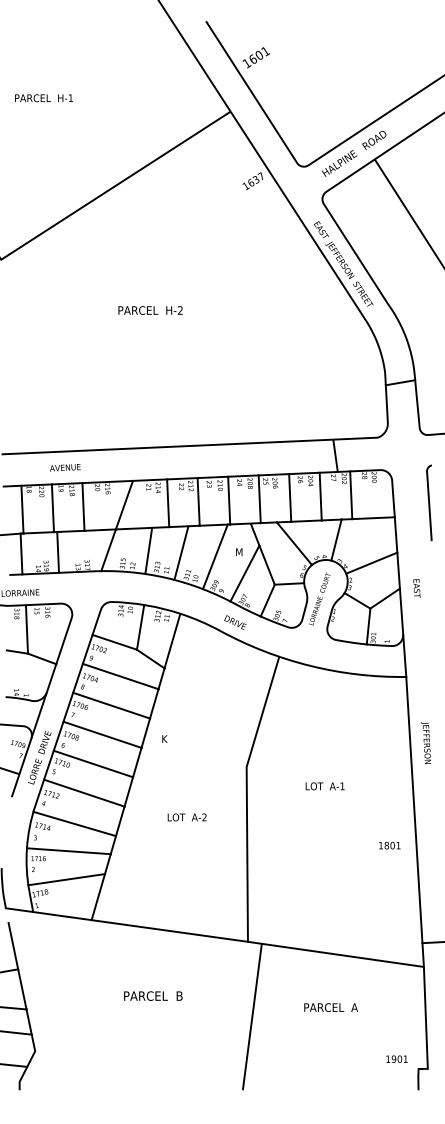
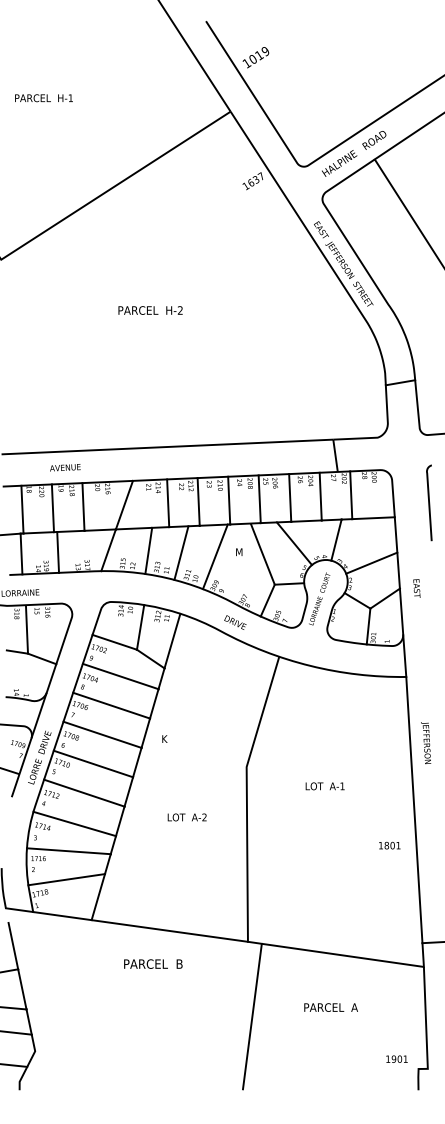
text at (259, 54): 1601 -> 1019
line at (244, 573): present -> none
text at (153, 995) position: (153, 995) -> (153, 963)
